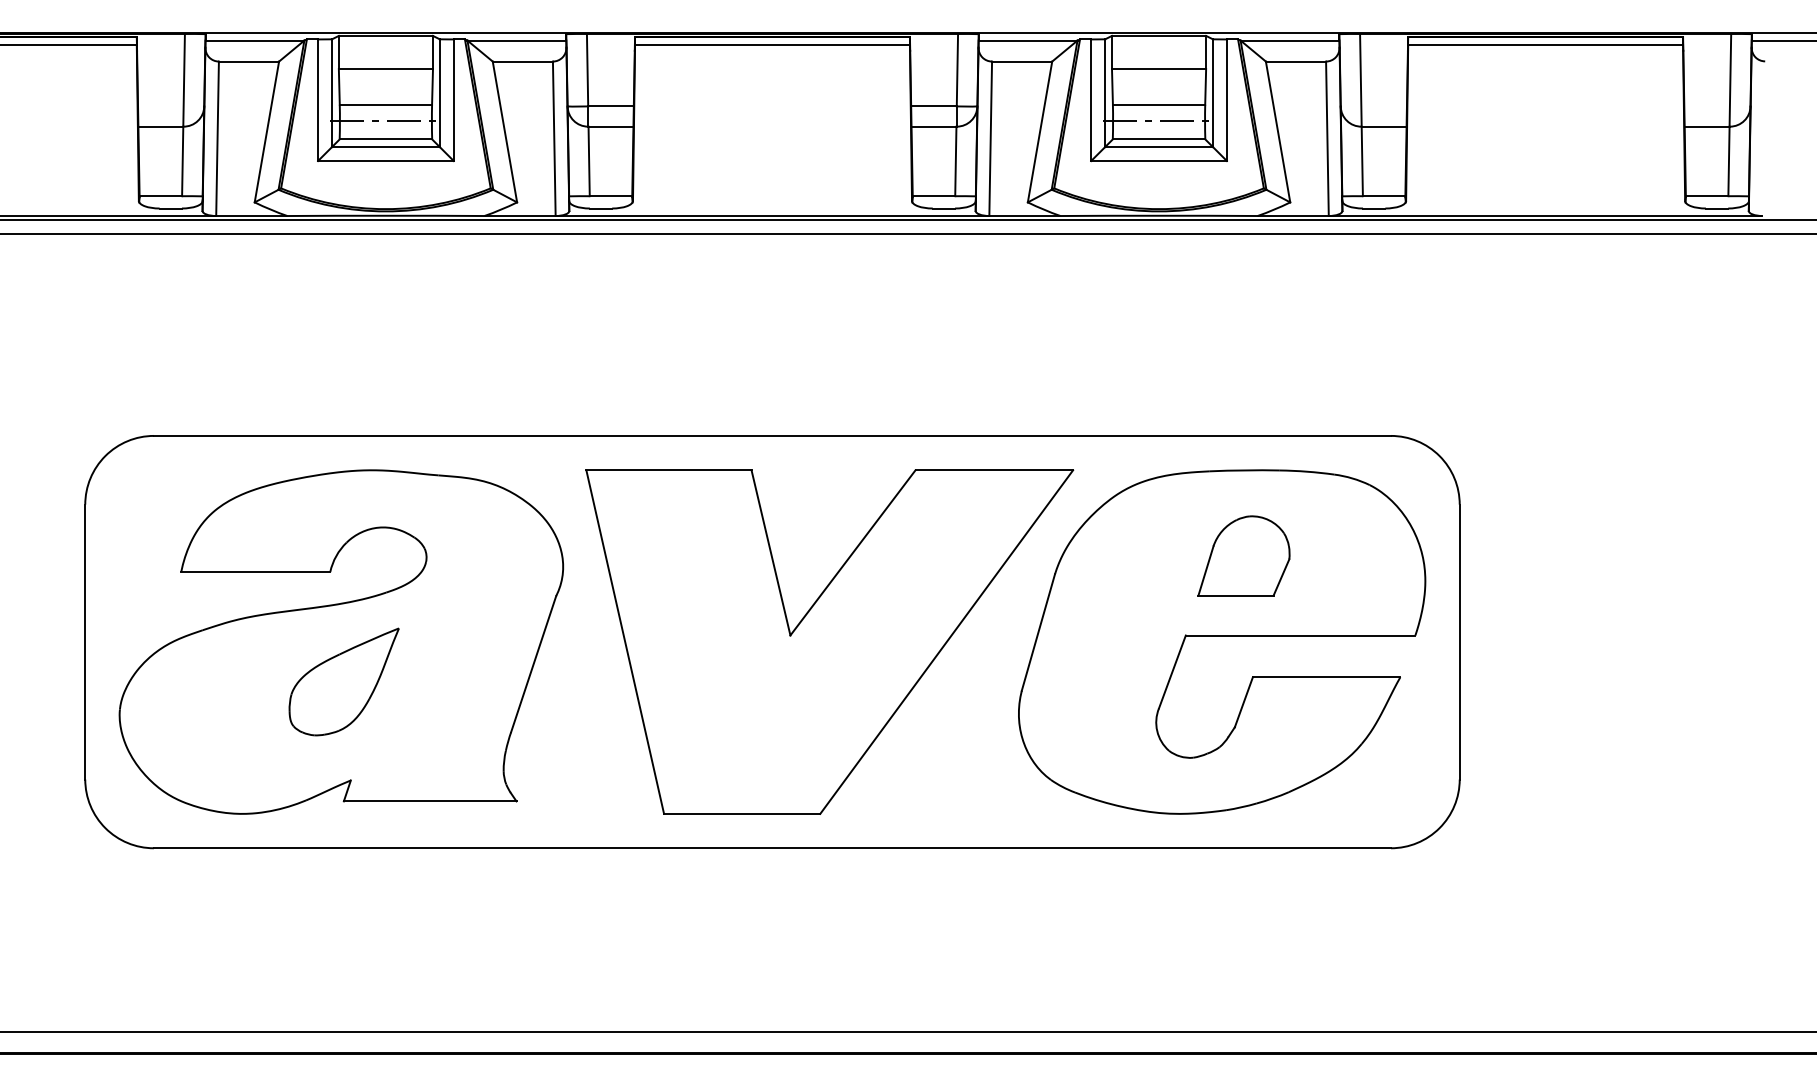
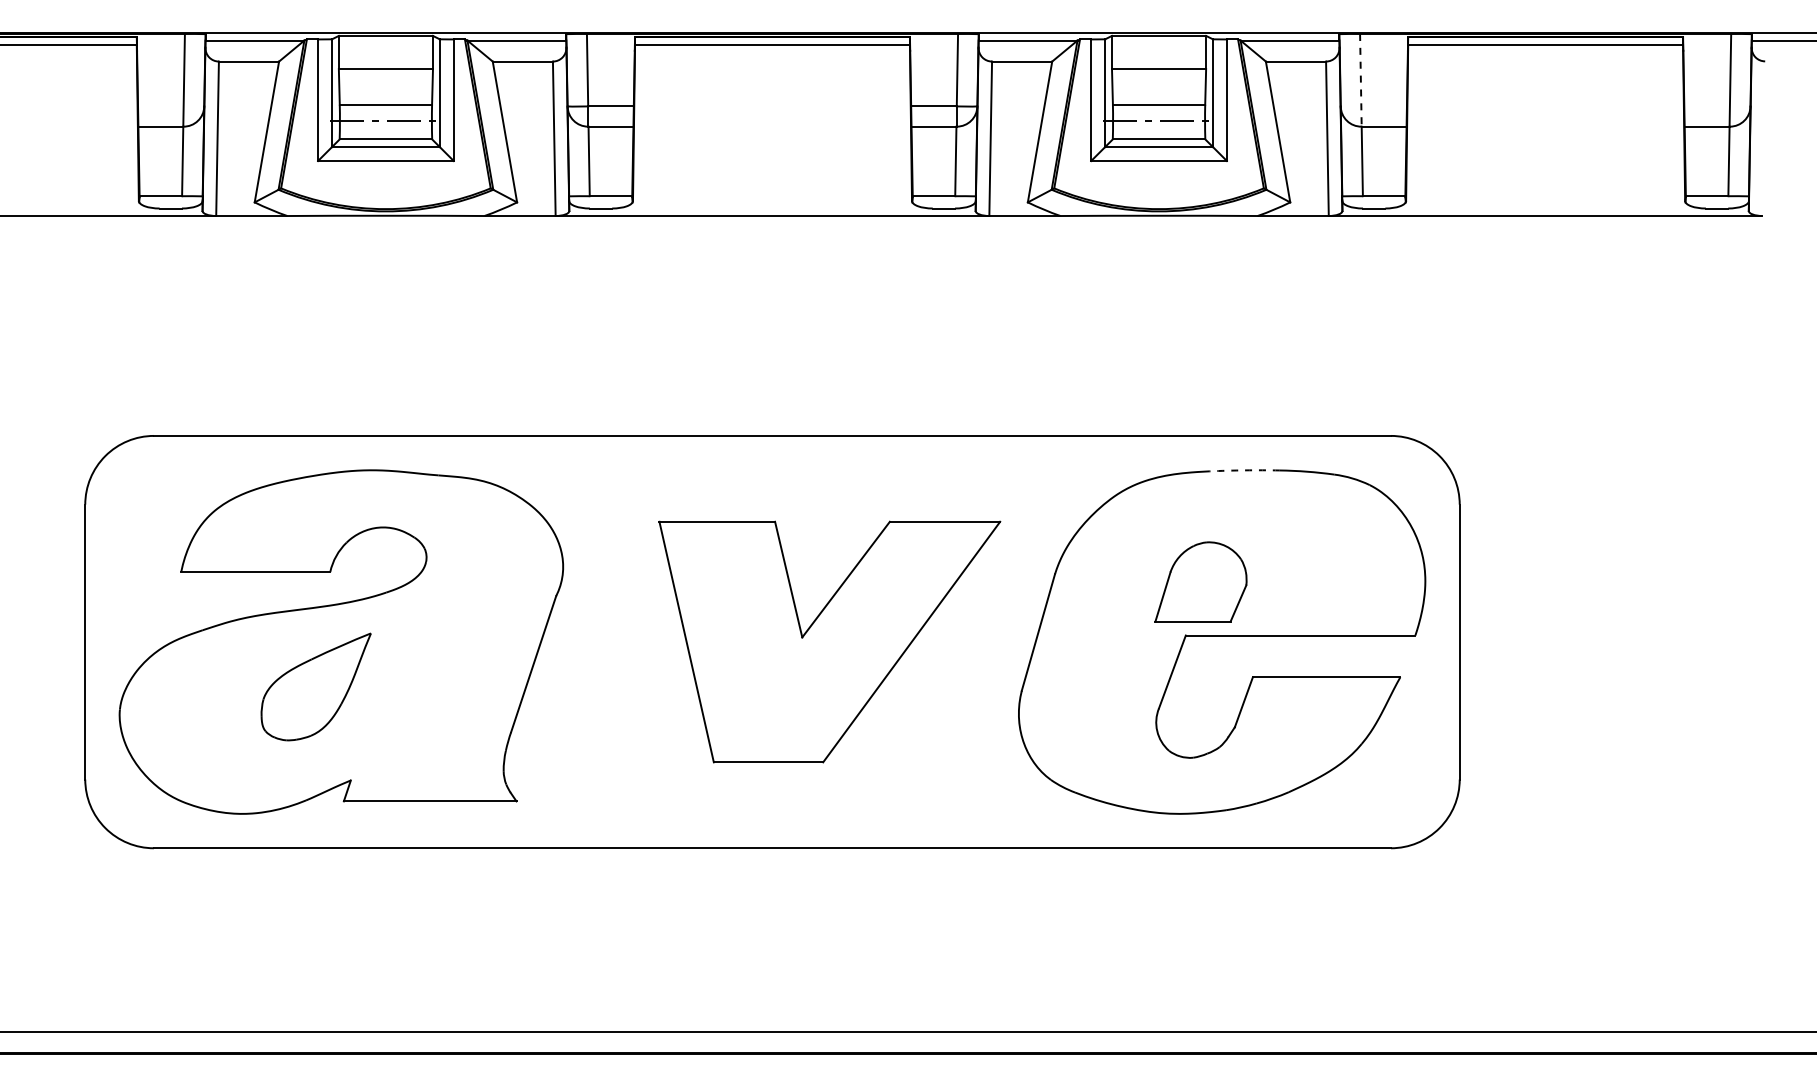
line at (1360, 80): solid -> dashed
line at (907, 220): present -> none
line at (907, 233): present -> none
arc at (1244, 470): solid -> dashed
part at (1243, 555) position: (1243, 555) -> (1200, 581)
part at (829, 641) size: 490x346 px -> 344x244 px
part at (343, 681) position: (343, 681) -> (315, 686)
